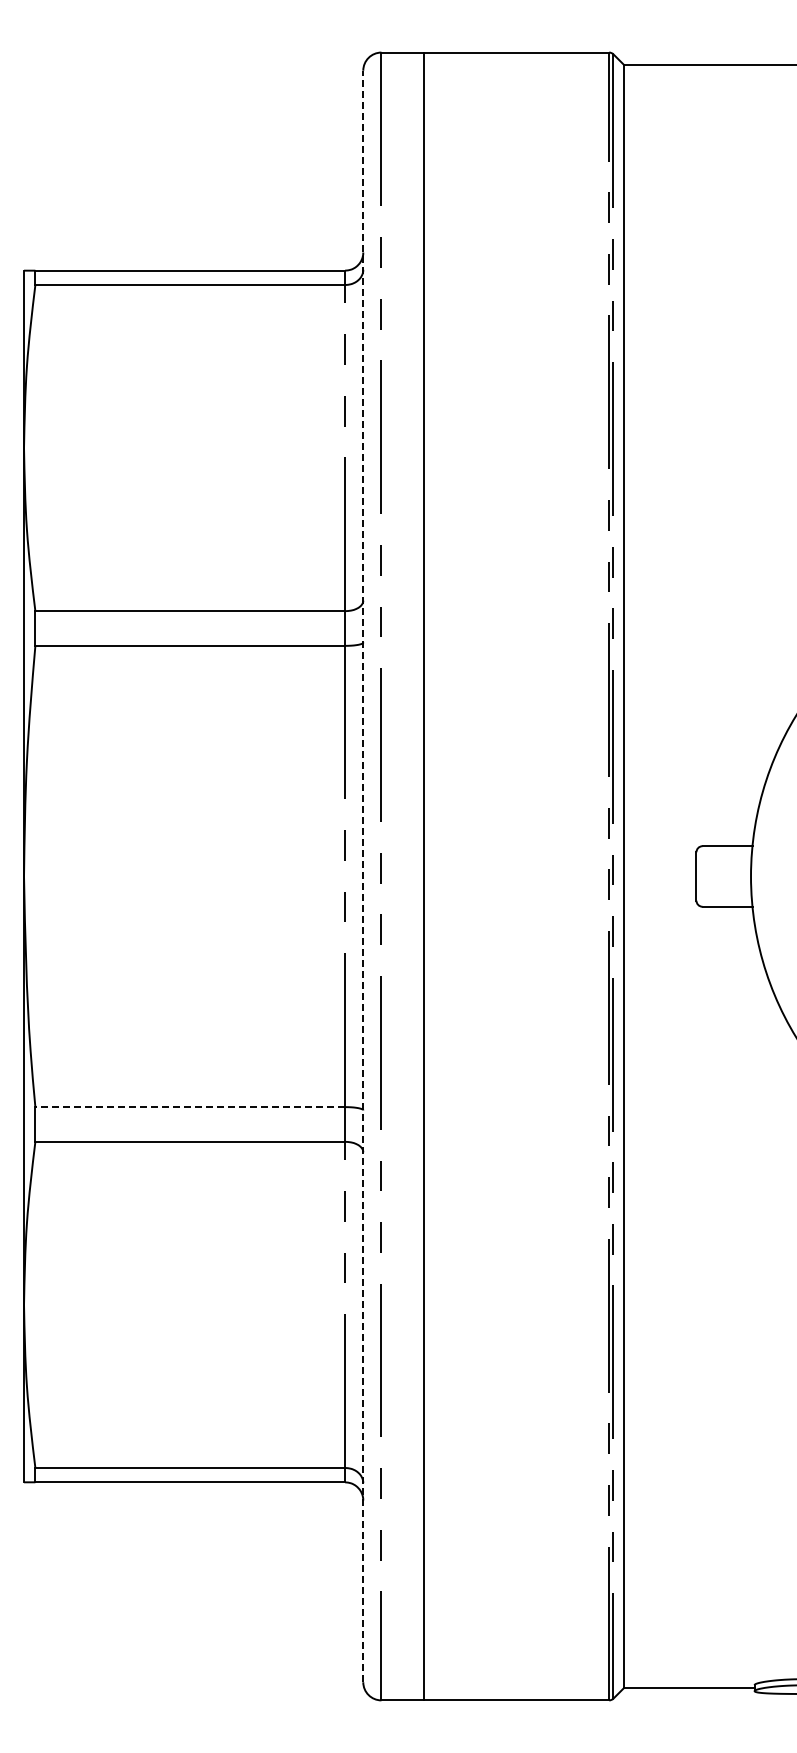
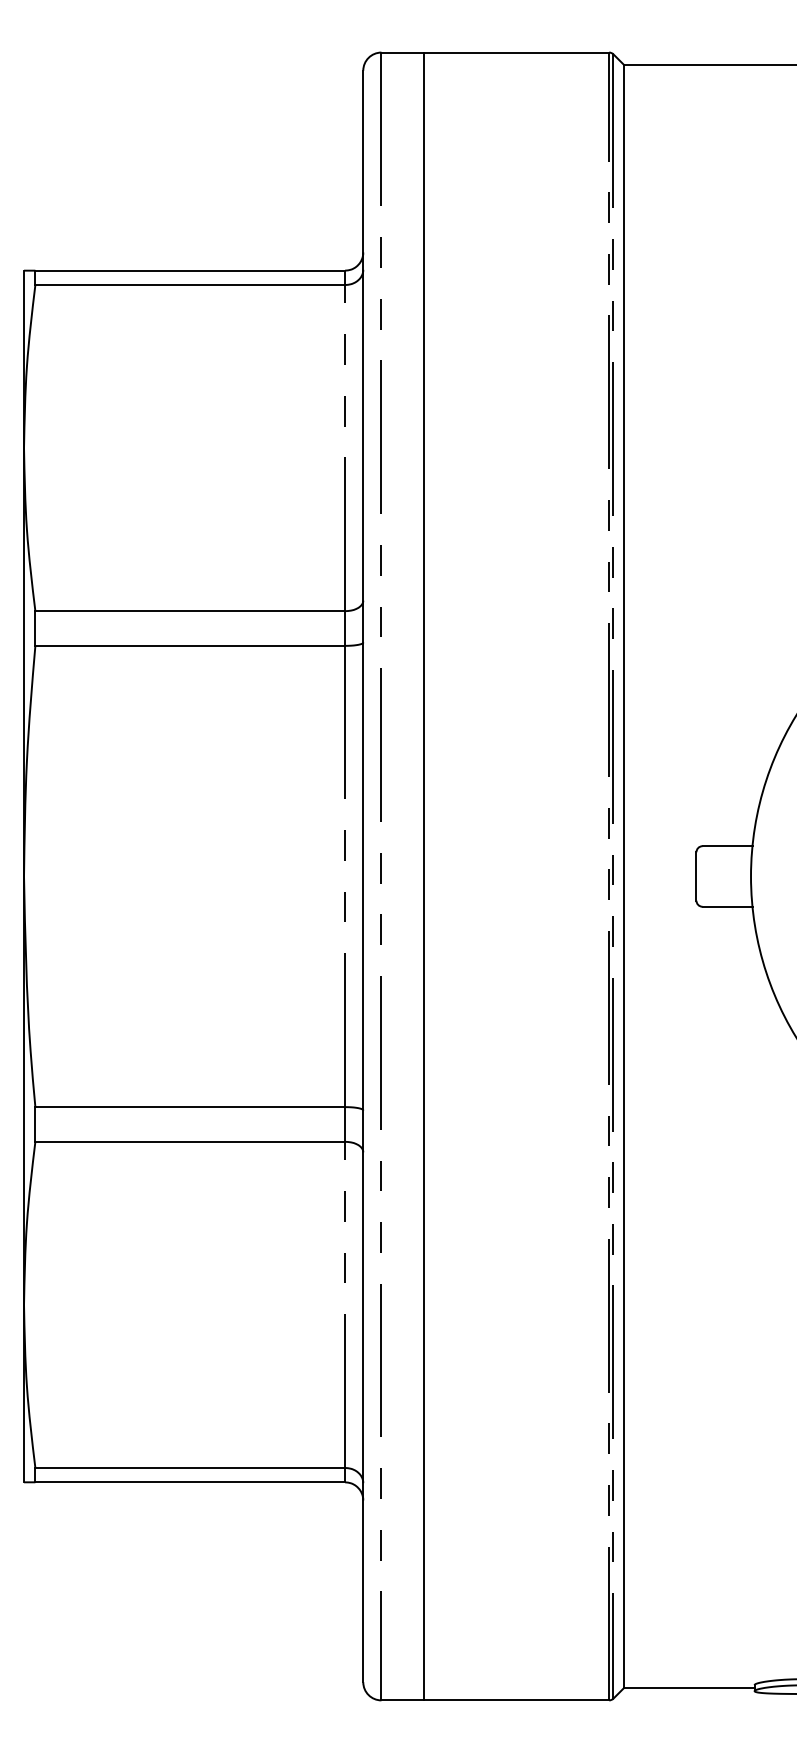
line at (363, 876): dashed -> solid
line at (190, 1107): dashed -> solid
